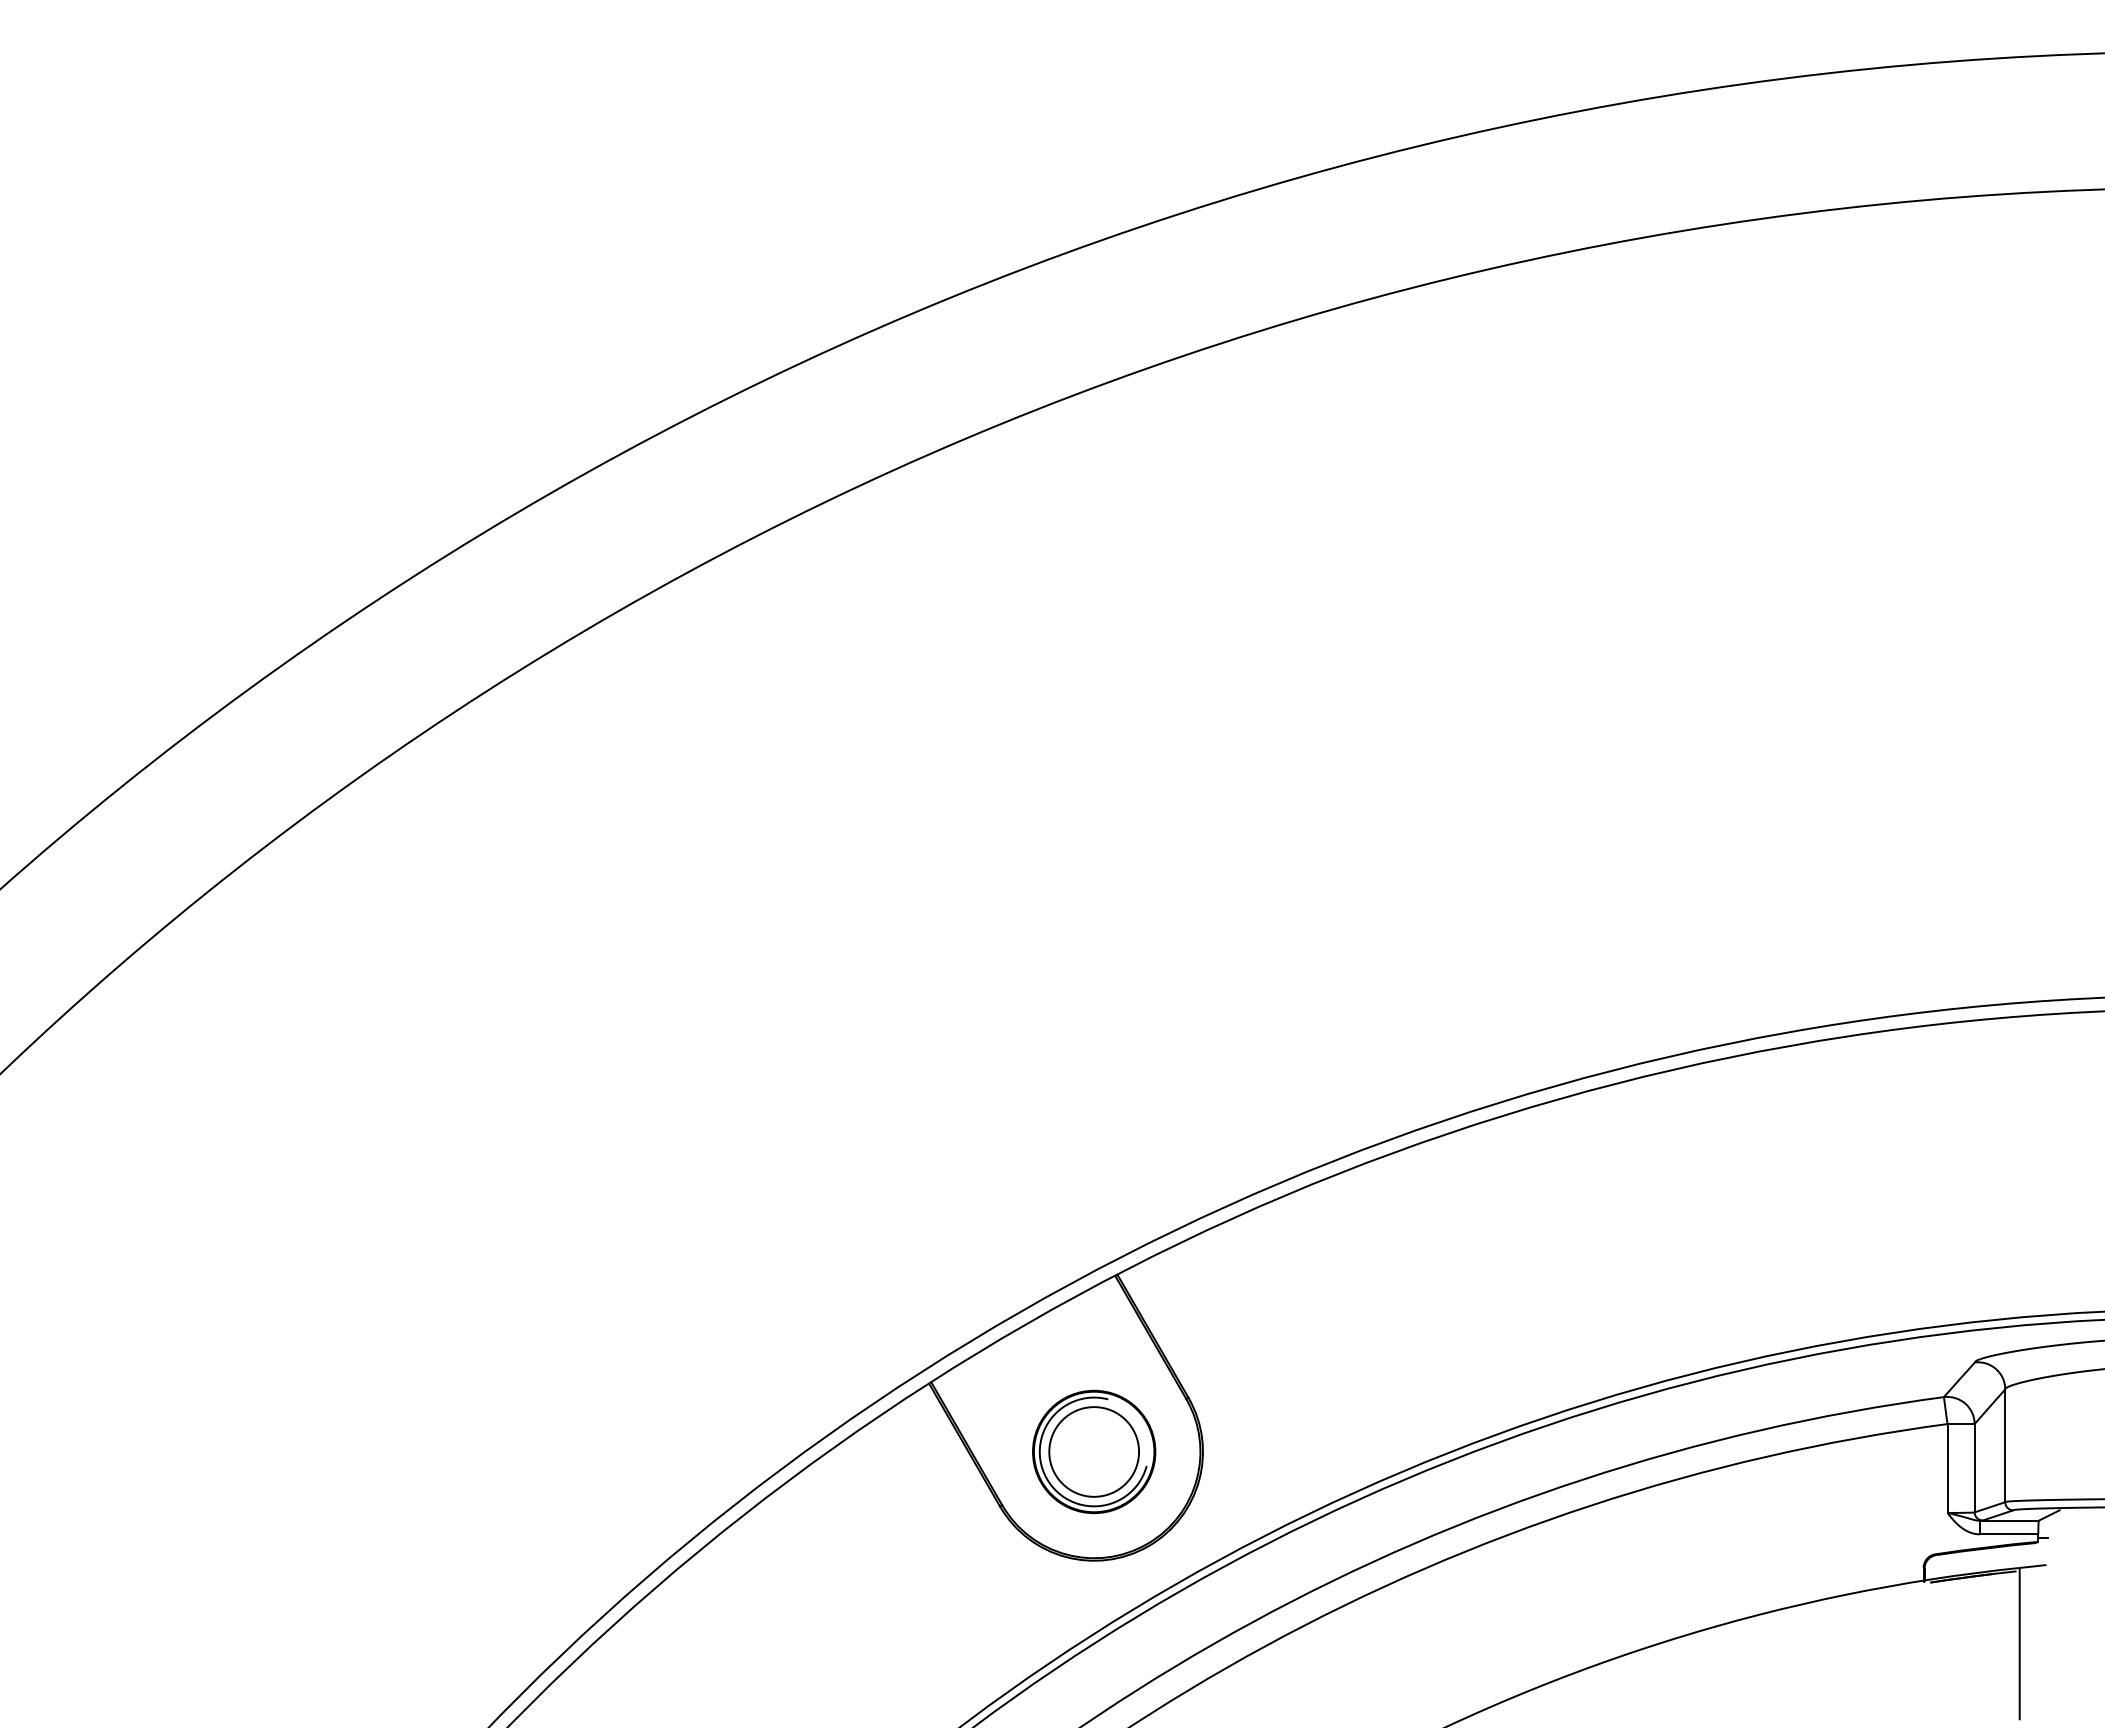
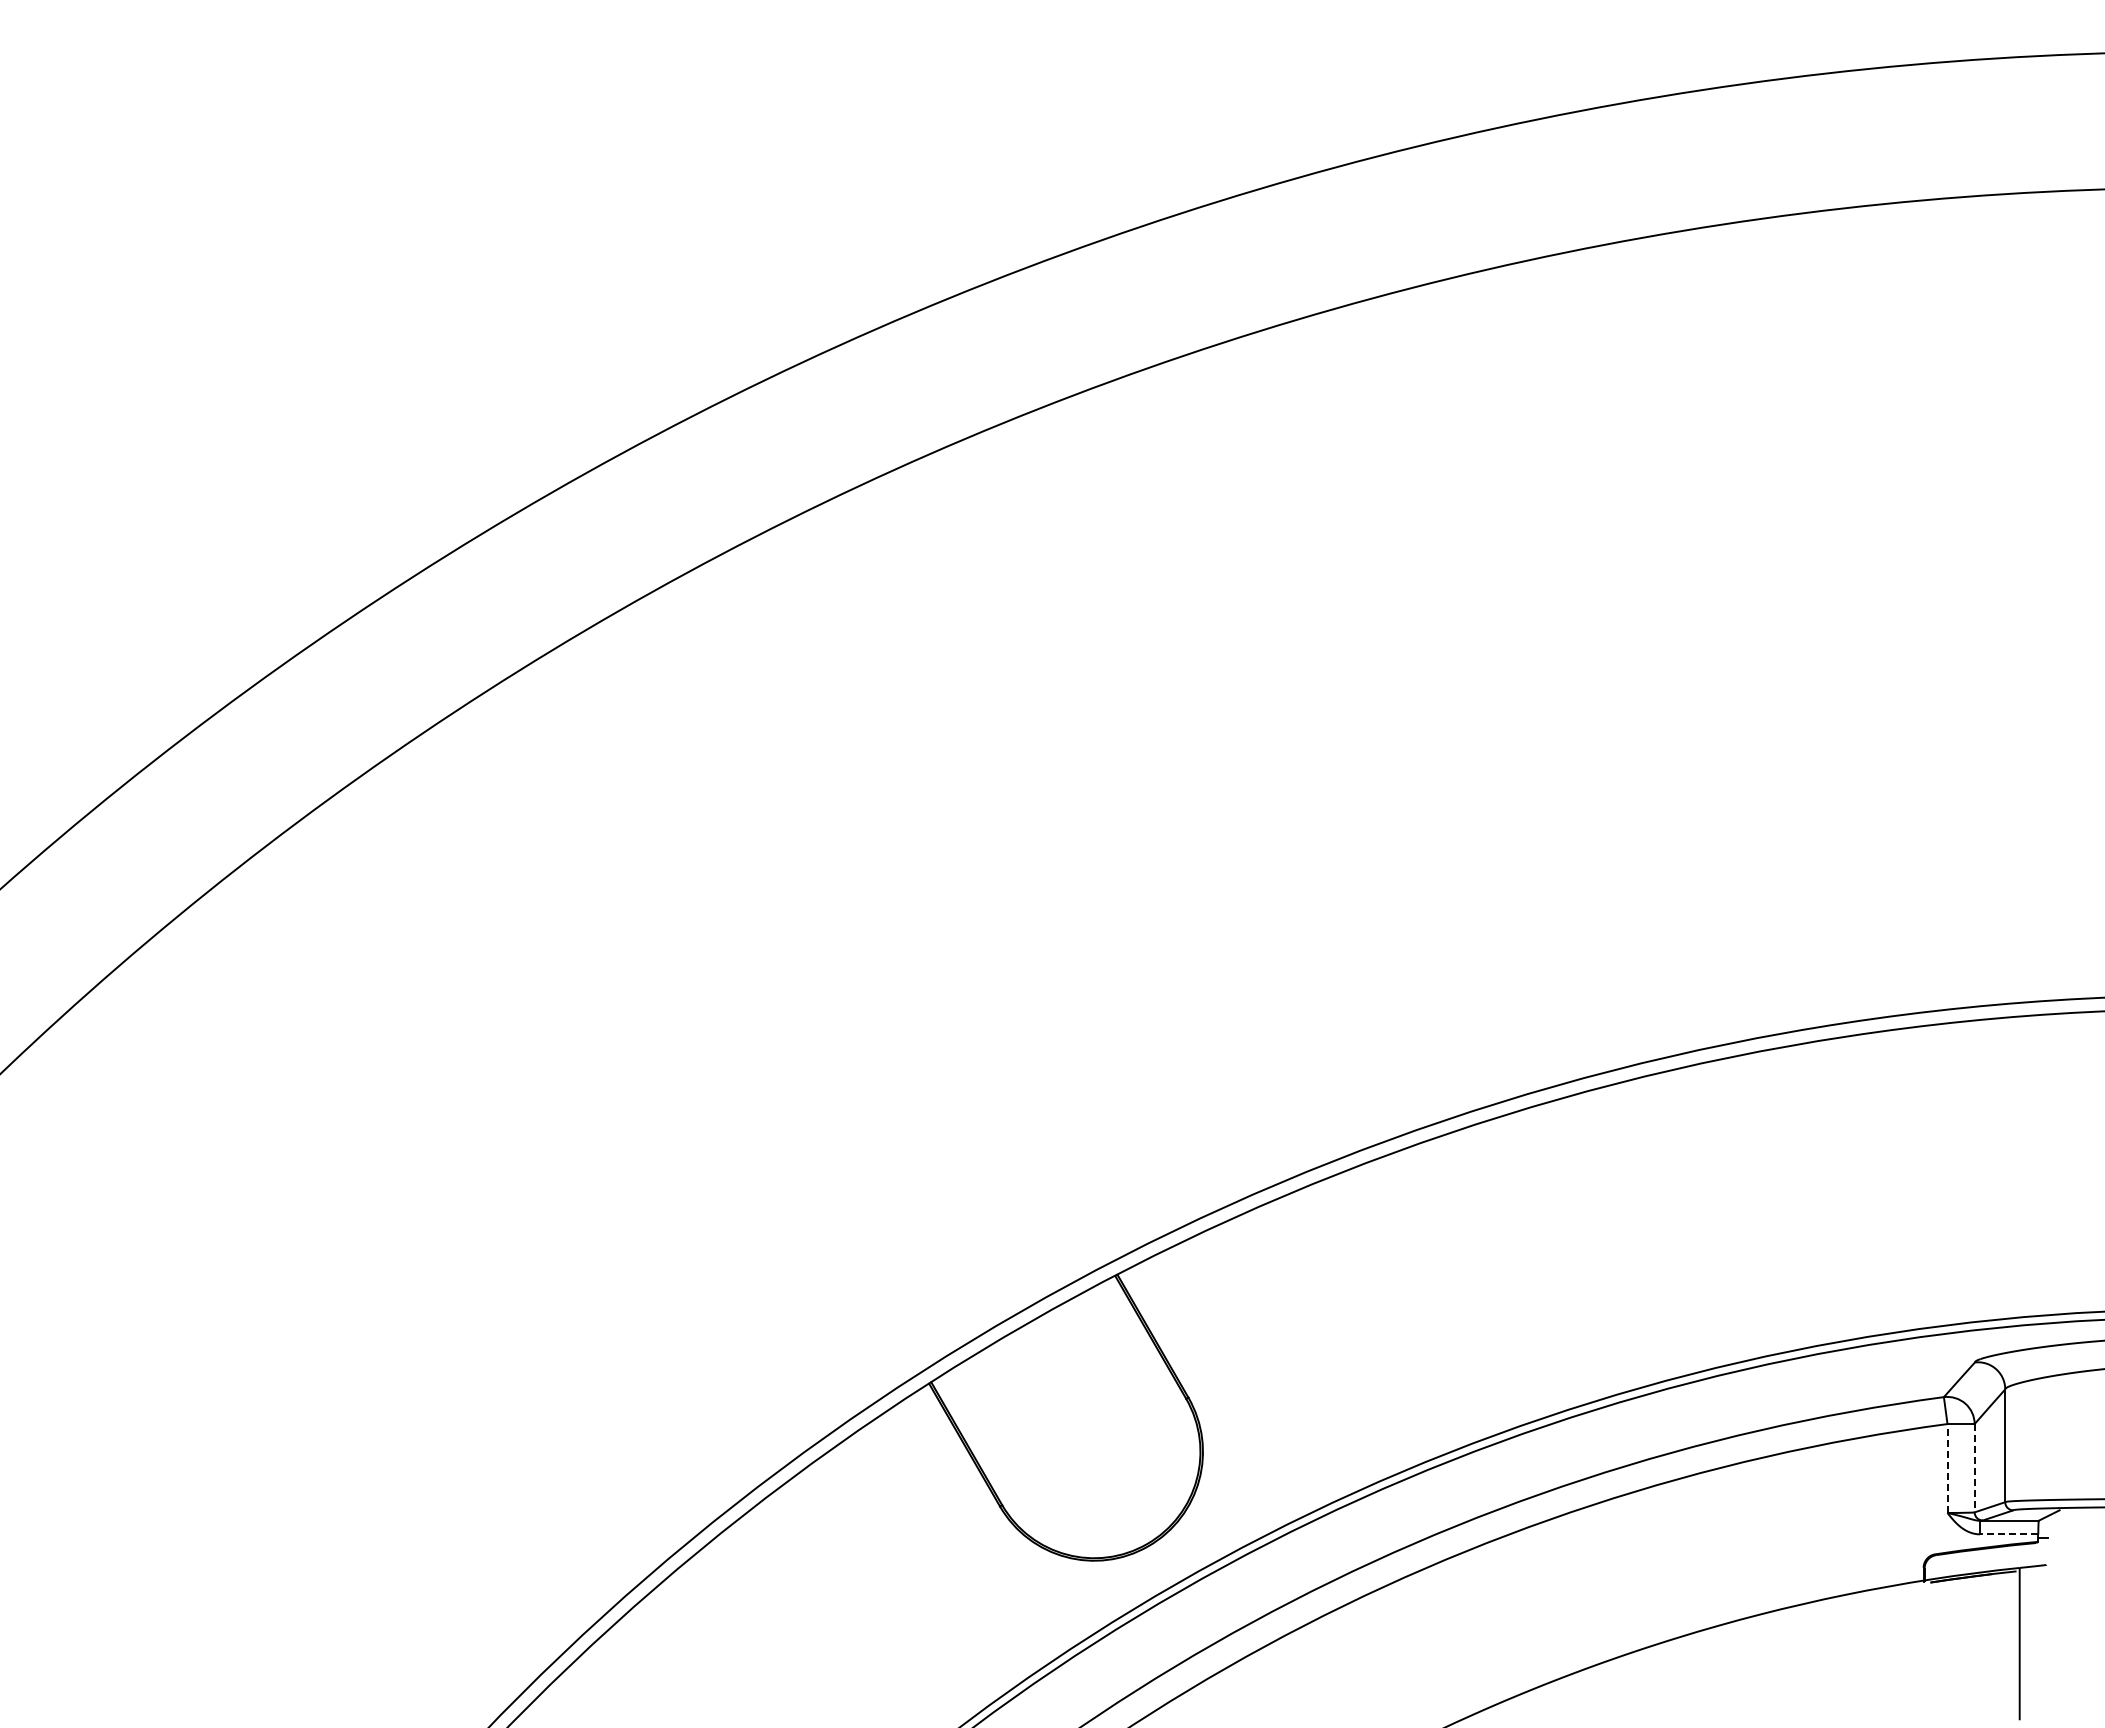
part at (1094, 1451): present -> none
line at (1947, 1468): solid -> dashed
line at (1974, 1468): solid -> dashed
line at (2008, 1534): solid -> dashed
